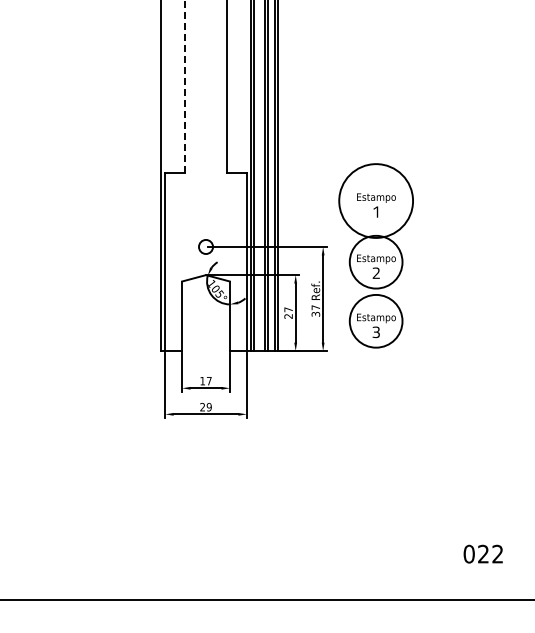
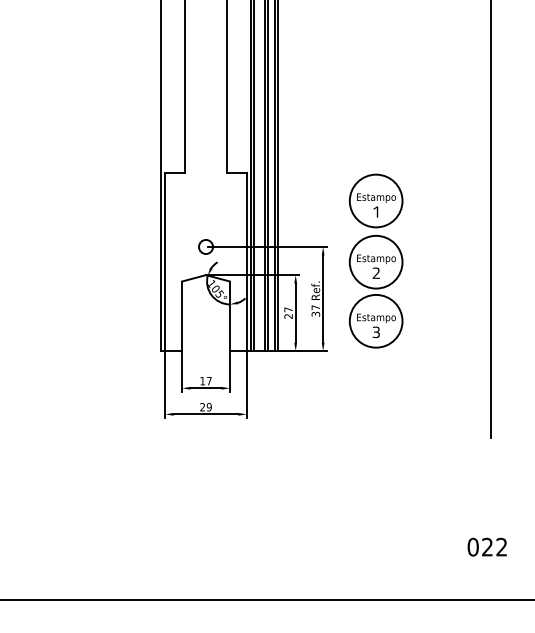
line at (184, 86): dashed -> solid
circle at (376, 200) diameter: 74 px -> 53 px
line at (491, 219): none -> present
text at (482, 553) position: (482, 553) -> (486, 546)
